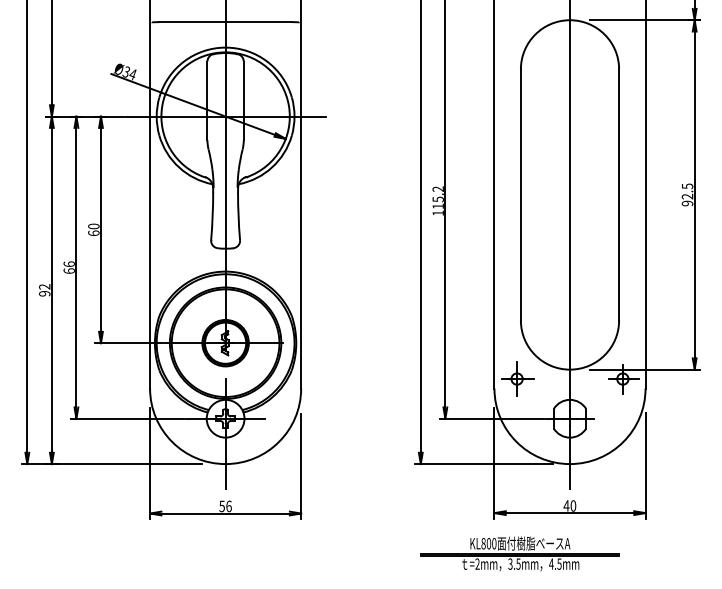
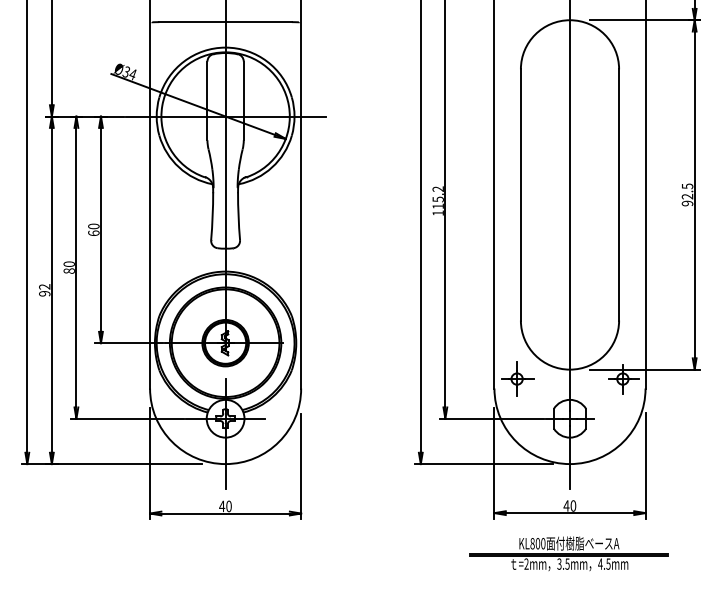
text at (68, 267): 66 -> 80
text at (225, 506): 56 -> 40
part at (519, 553) position: (519, 553) -> (568, 553)
